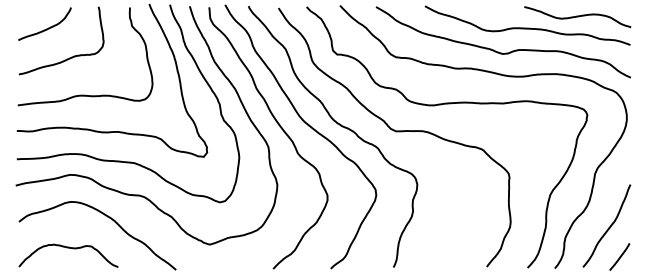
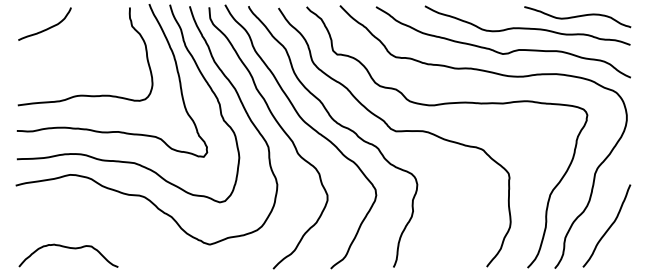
curve at (69, 57): present -> none
curve at (107, 217): present -> none
line at (619, 256): present -> none
